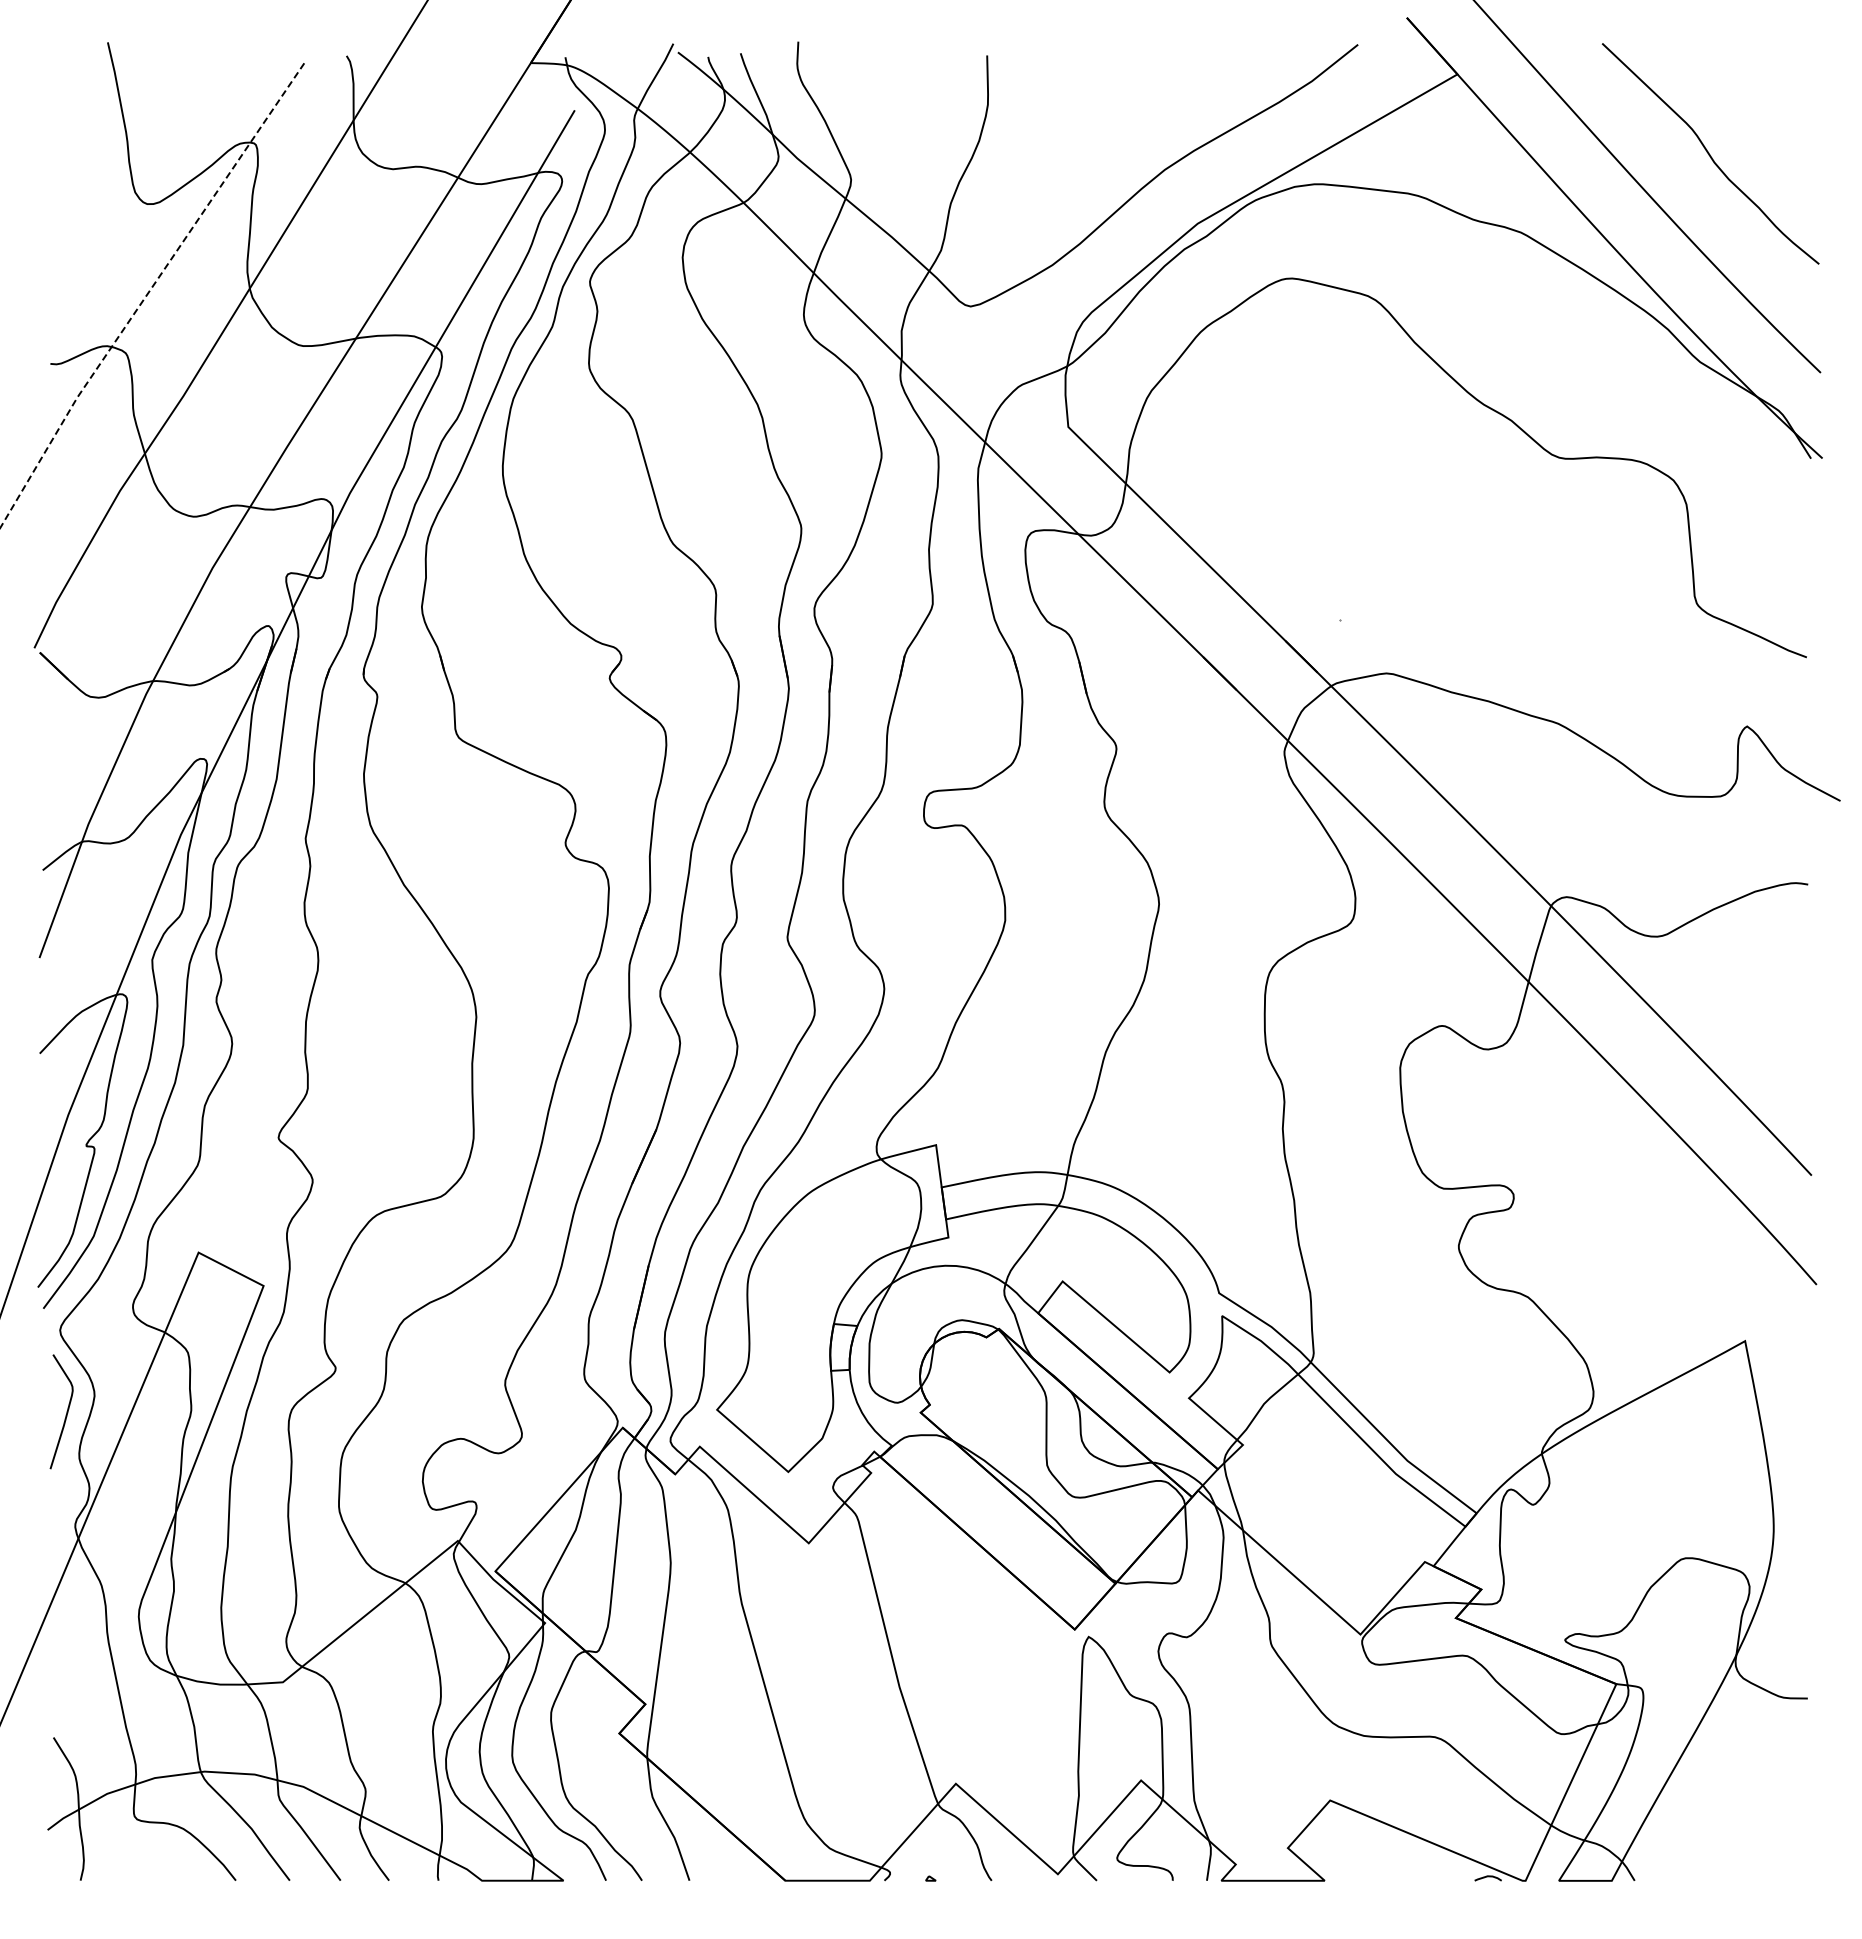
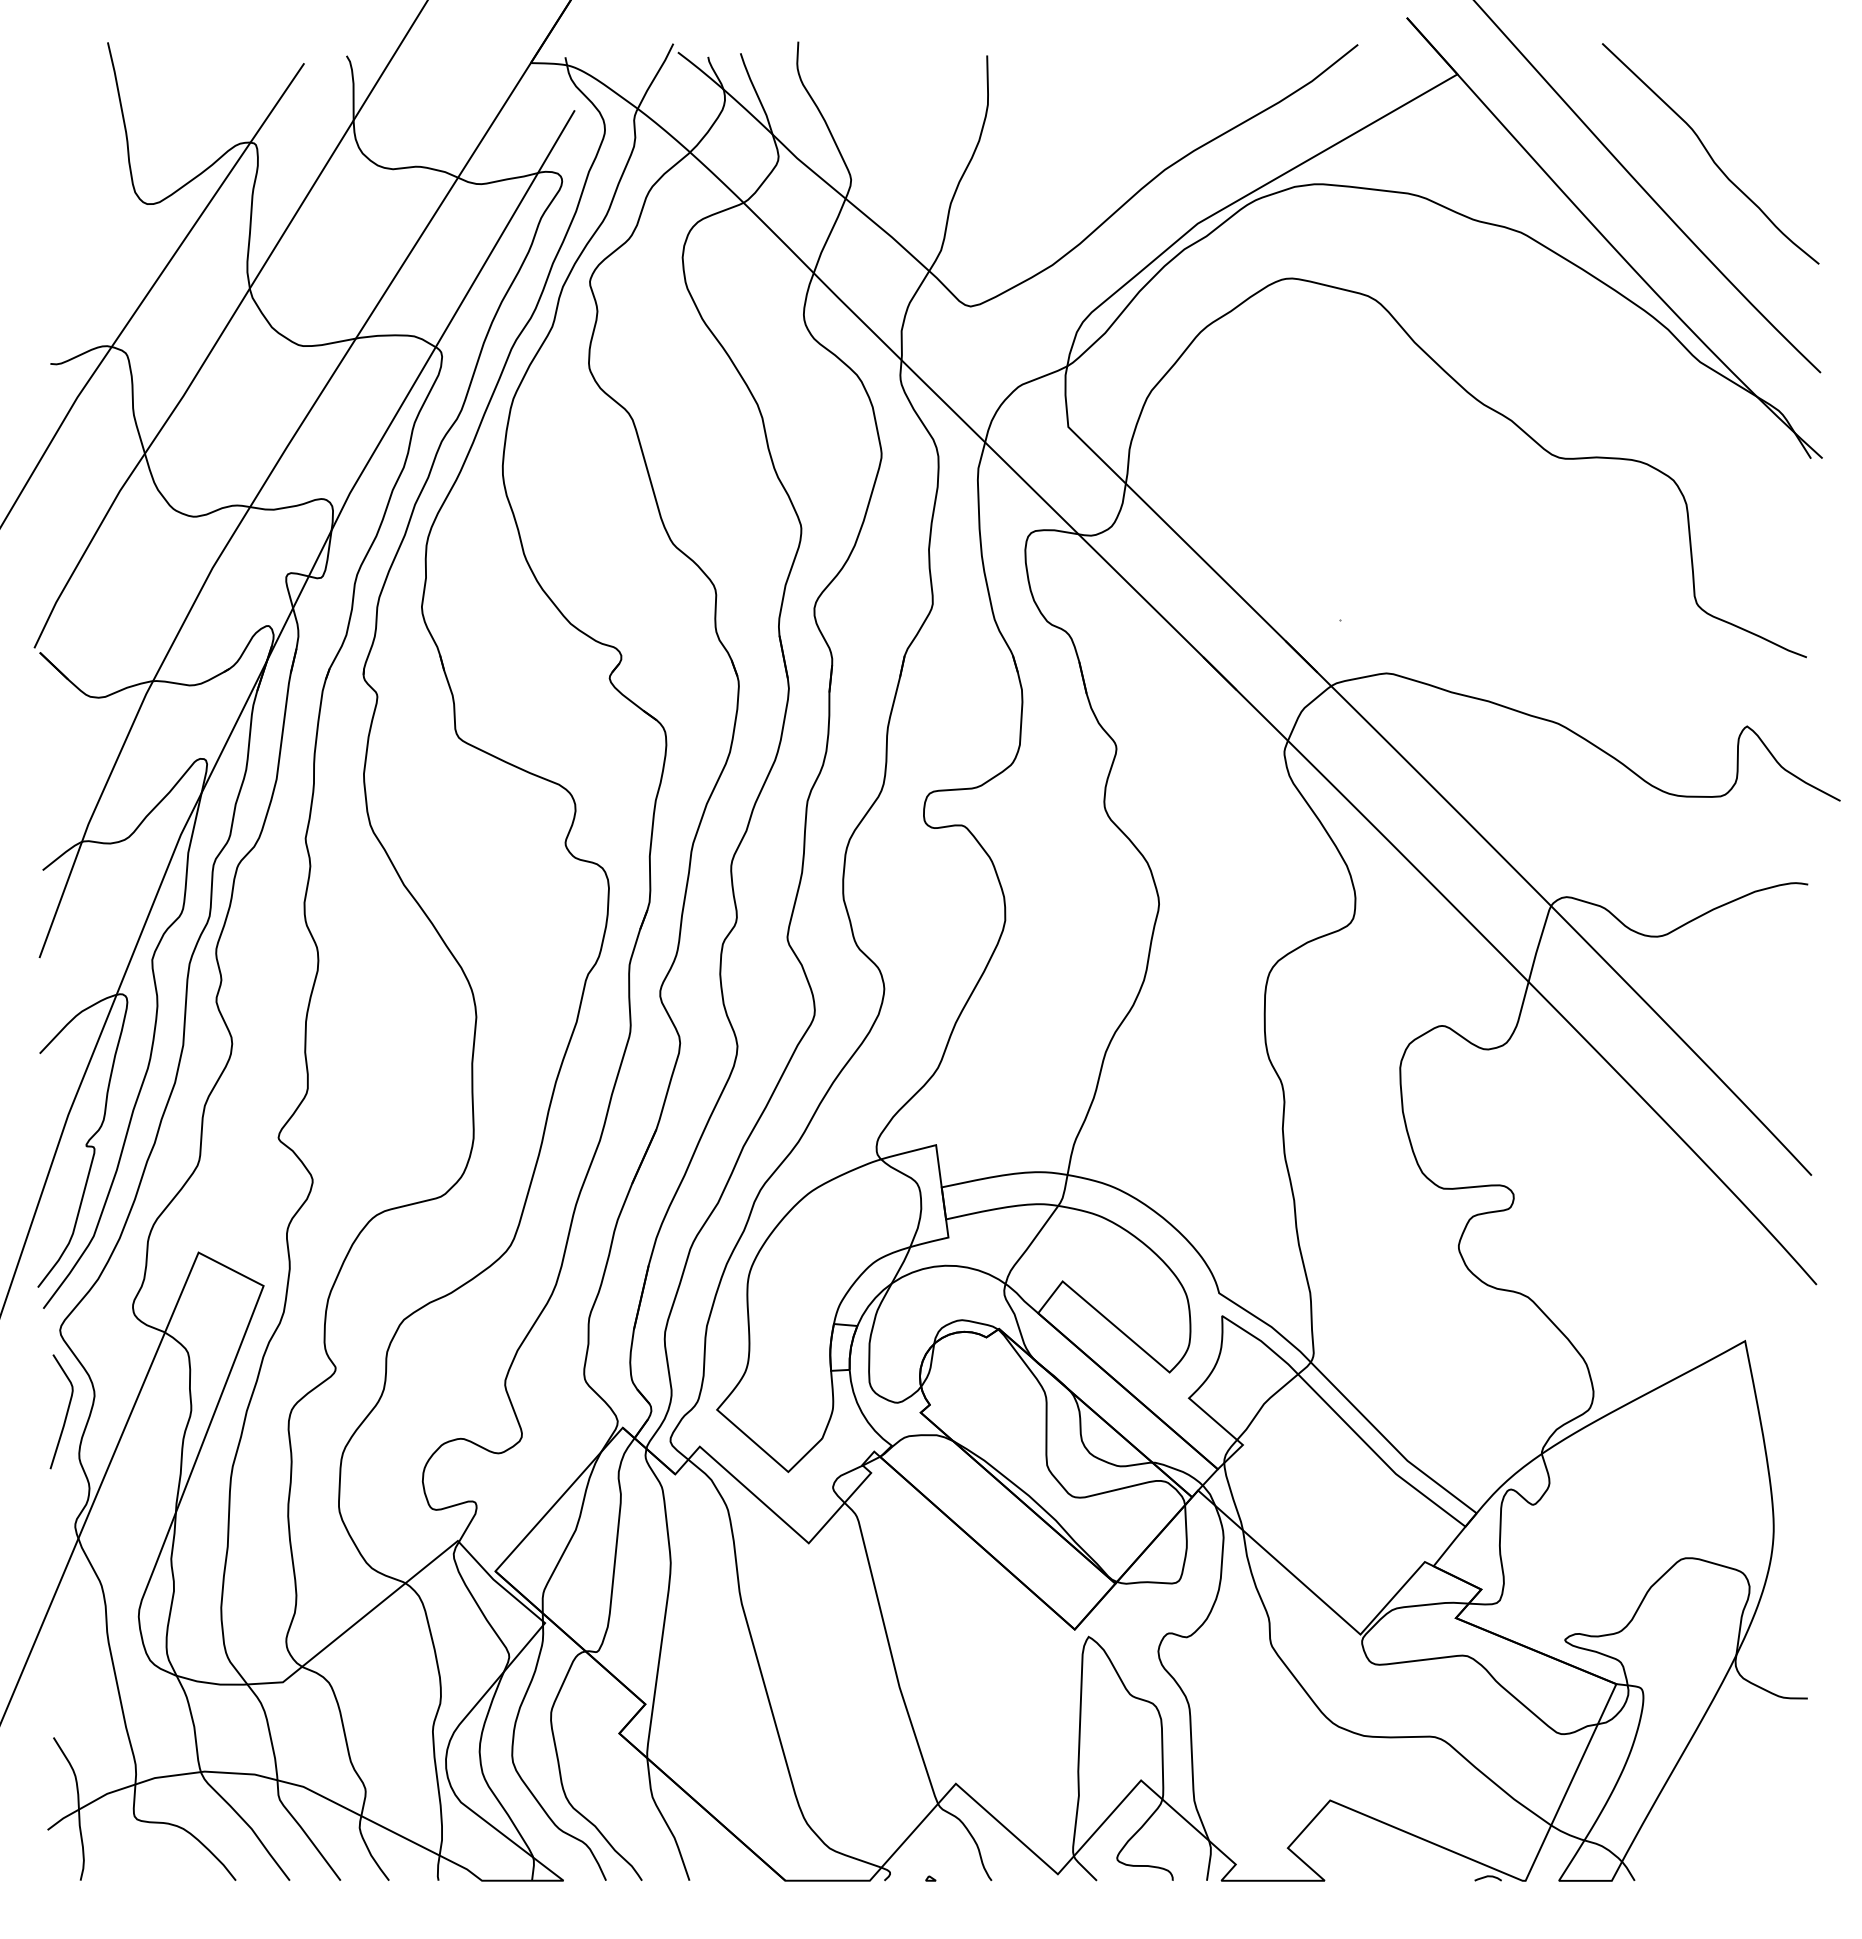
line at (147, 294): dashed -> solid
